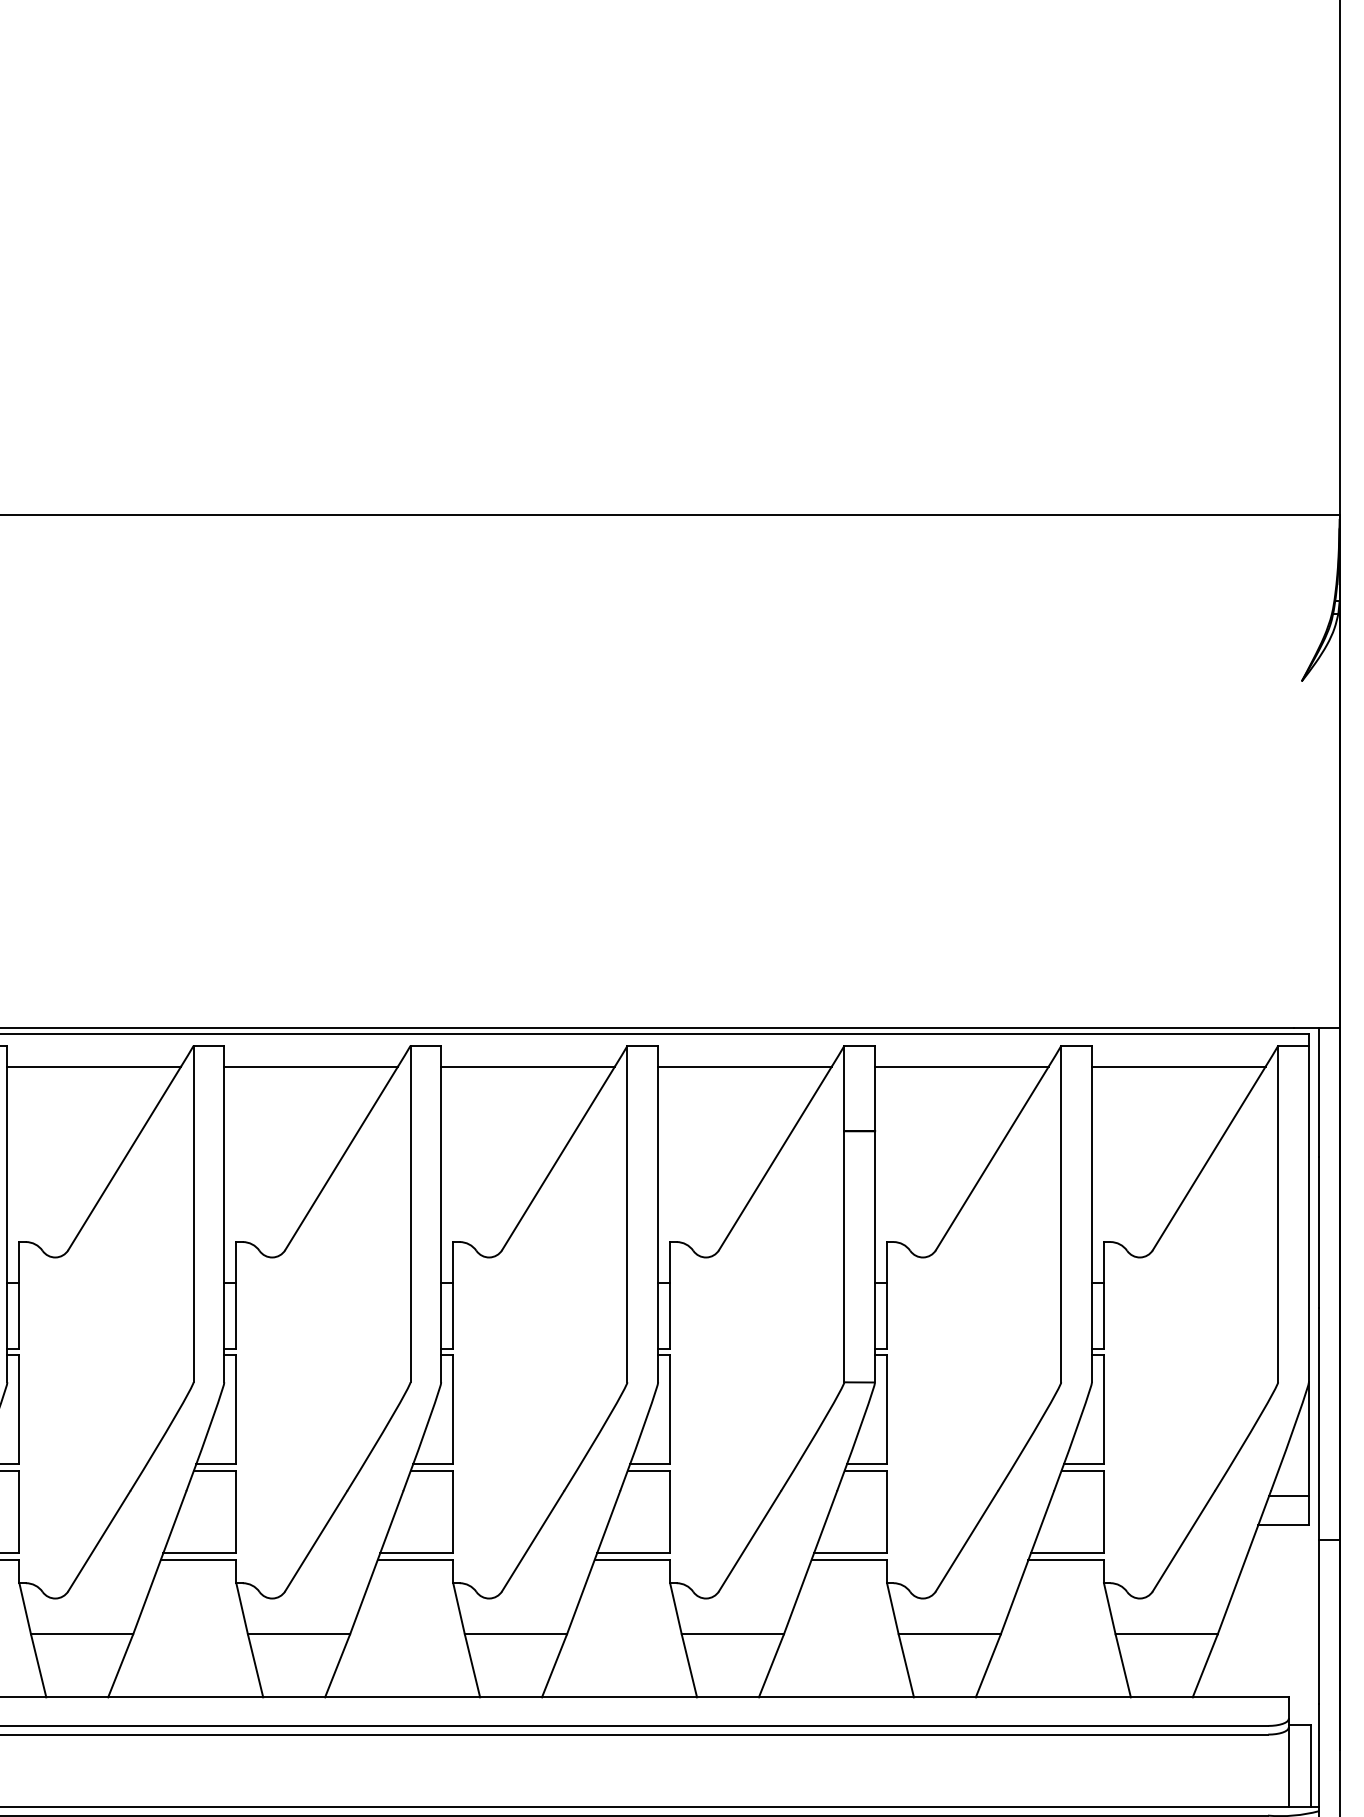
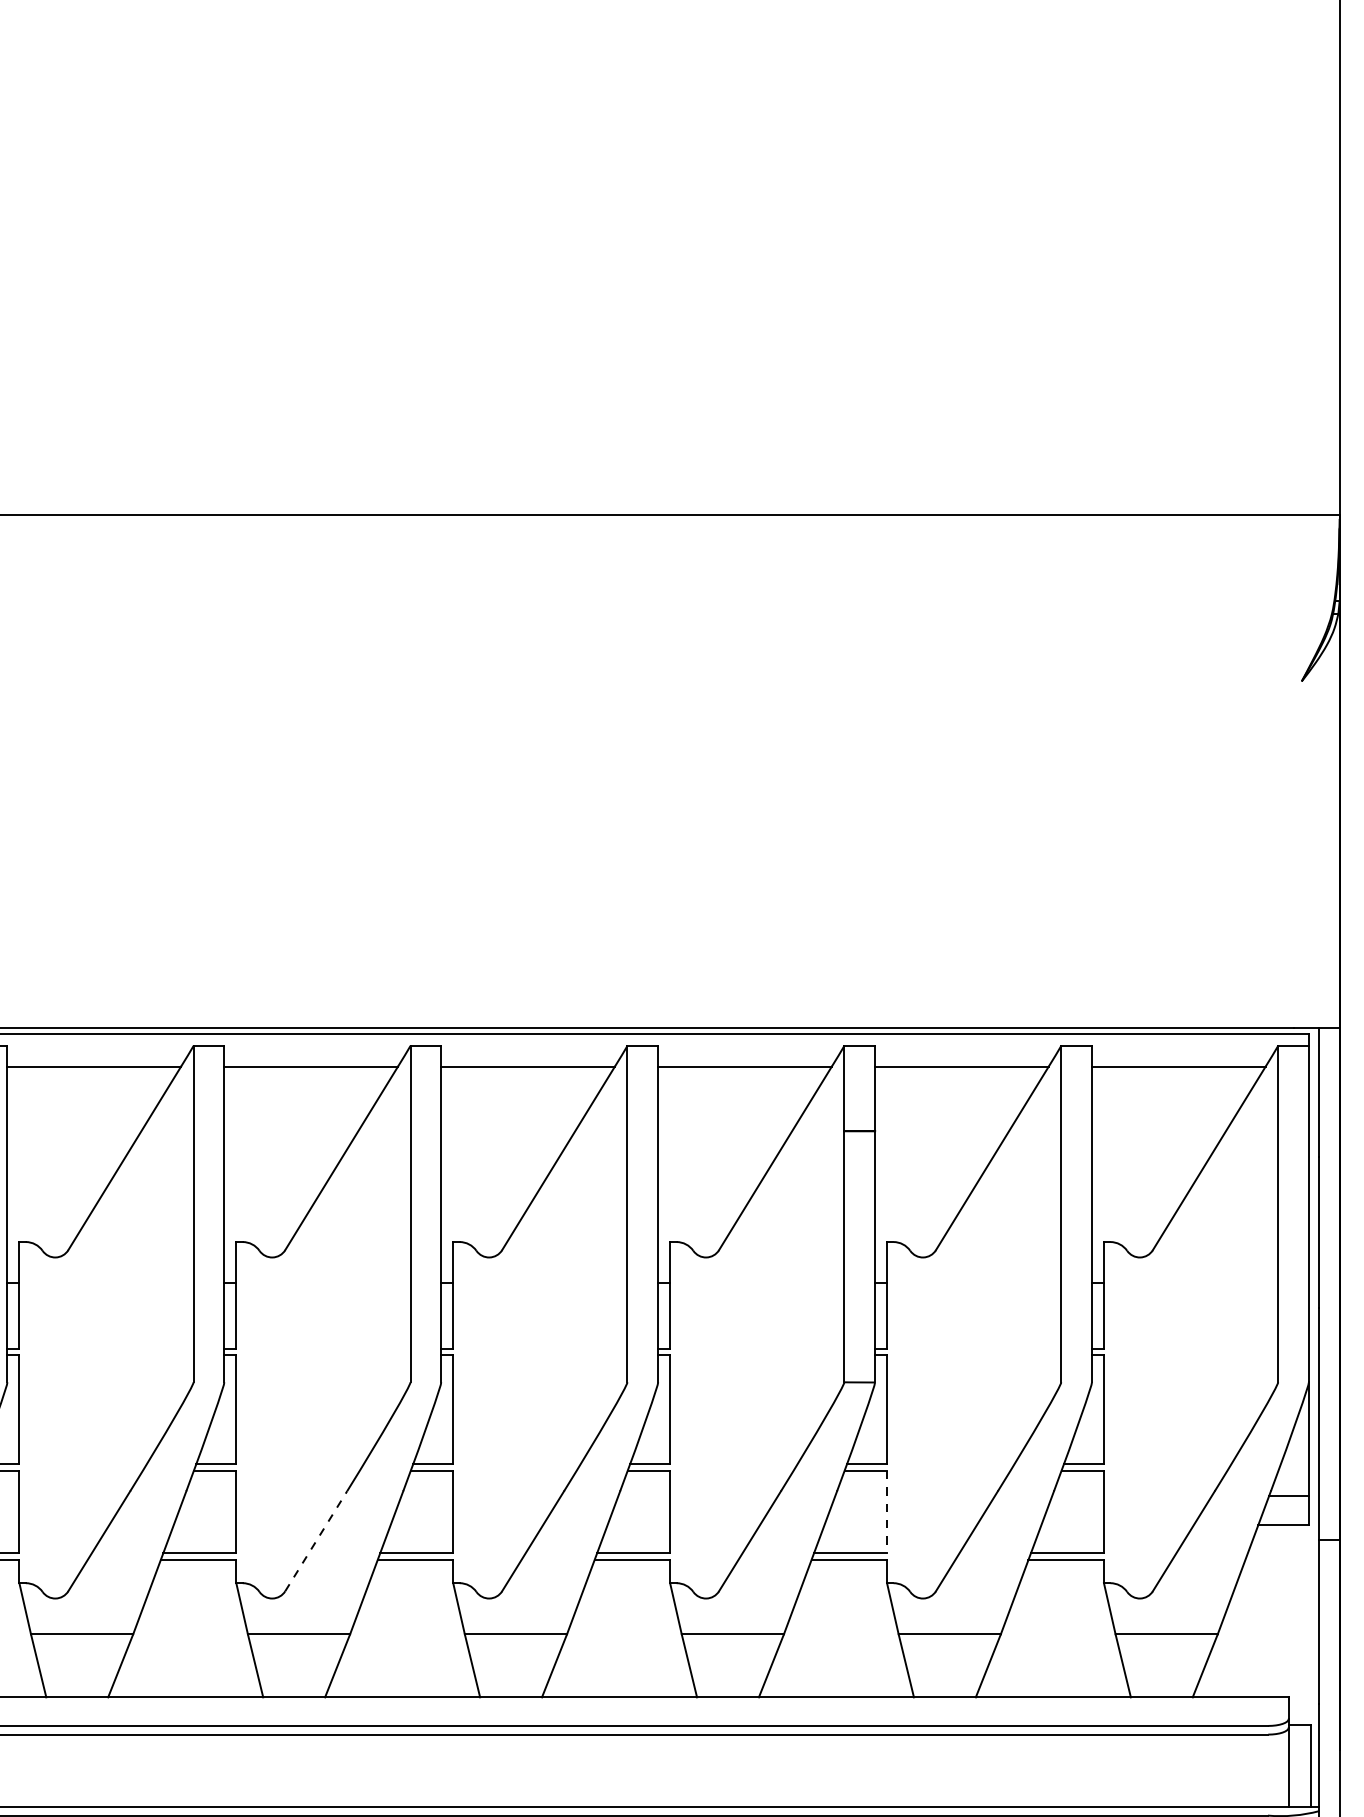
line at (887, 1512): solid -> dashed
line at (316, 1541): solid -> dashed
